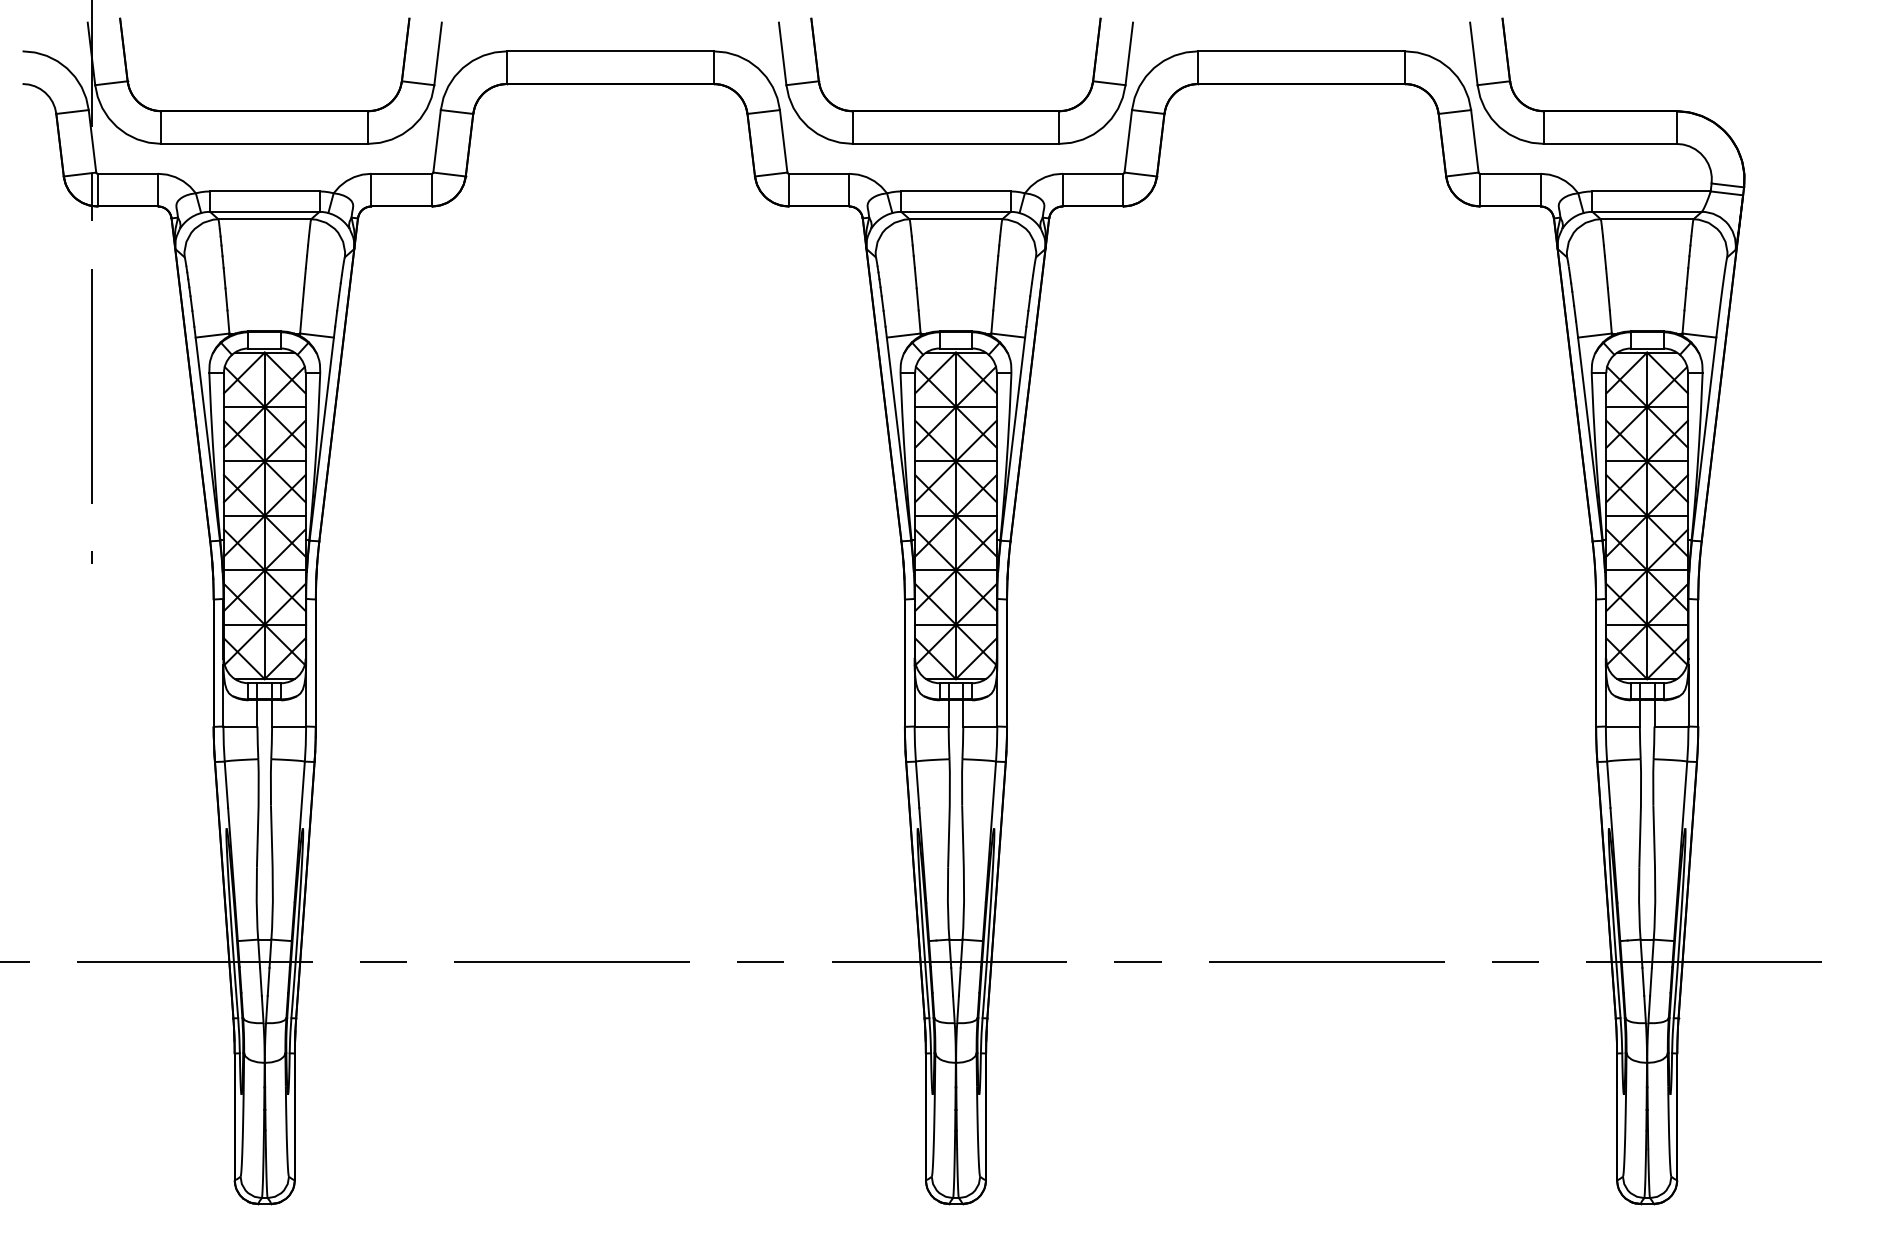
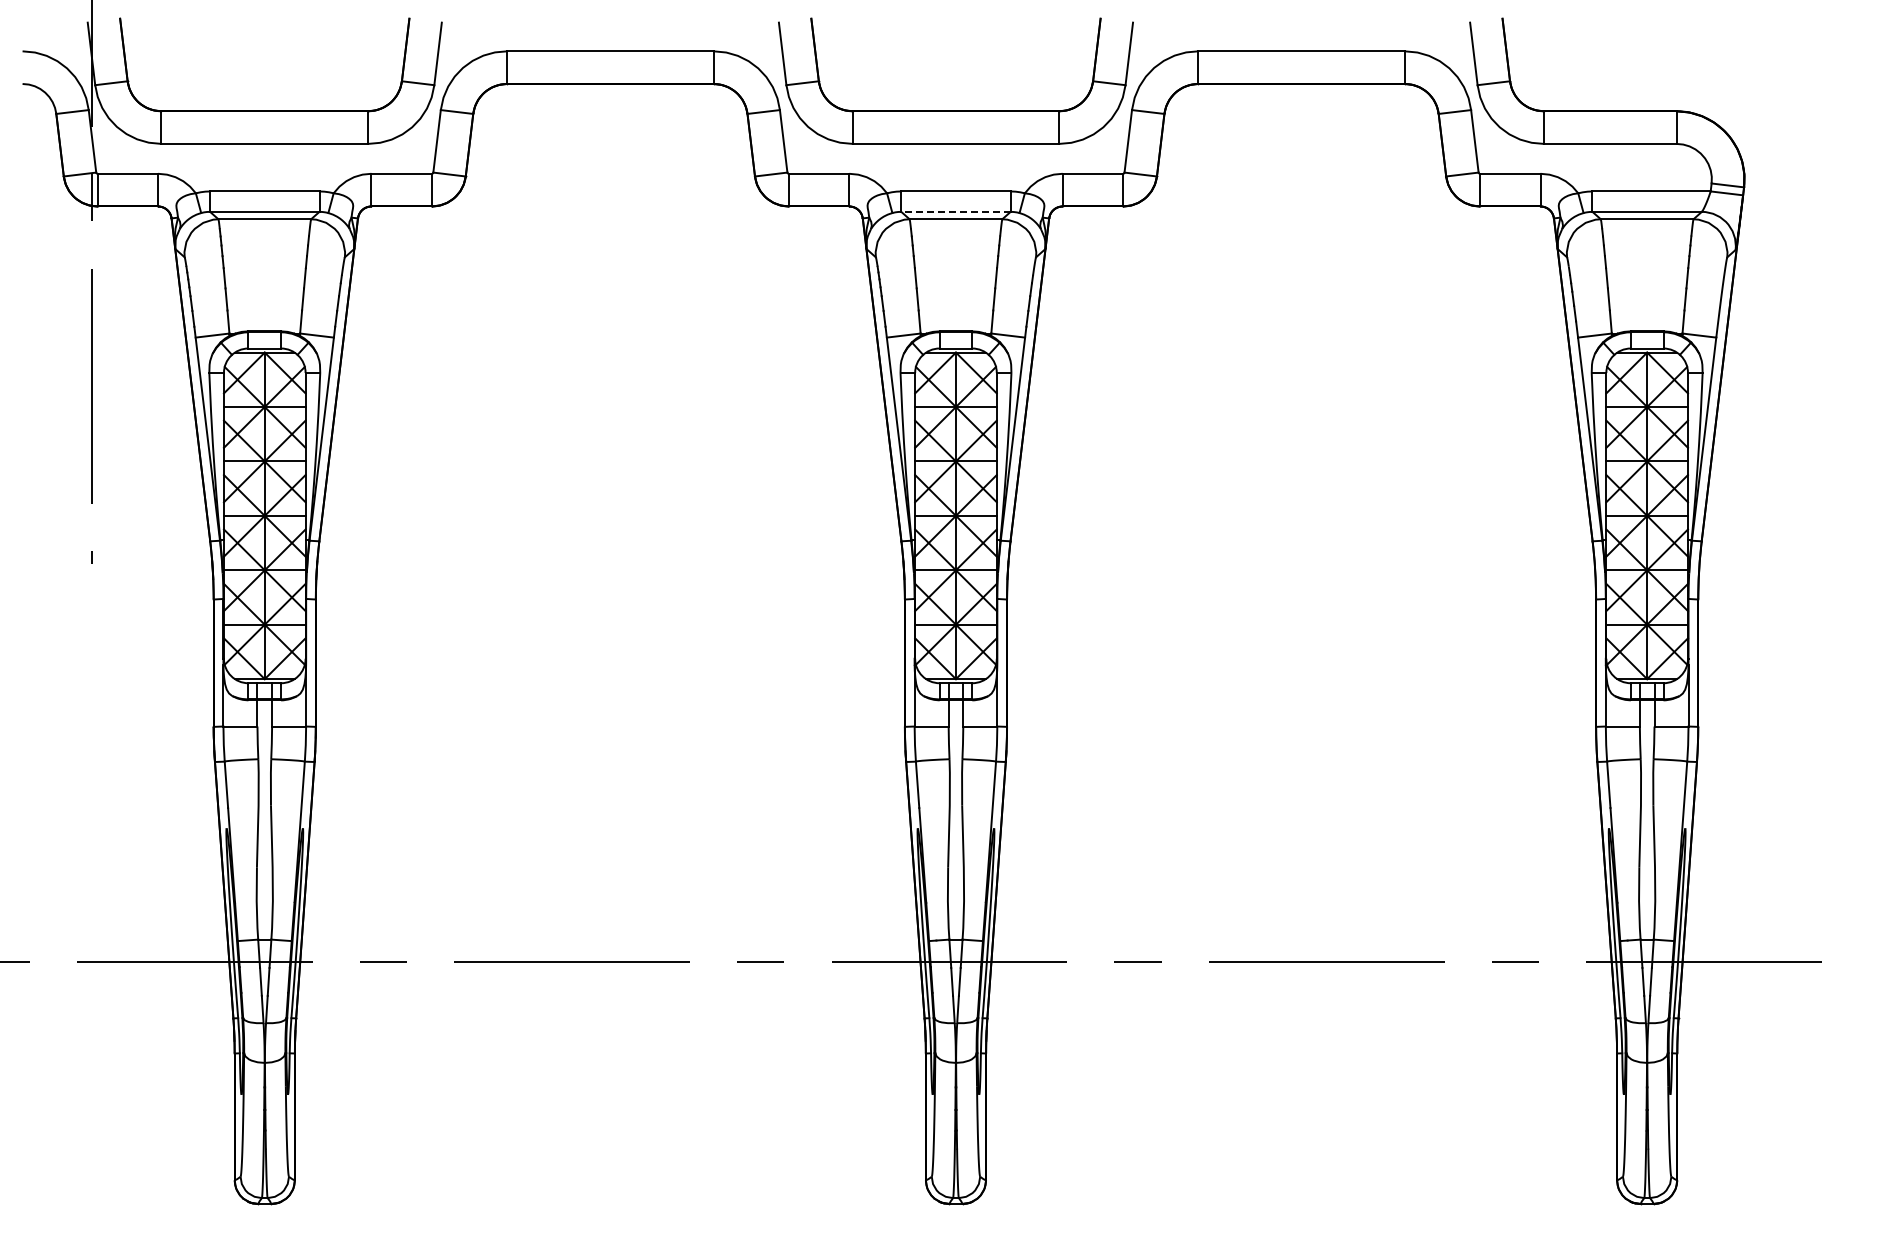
line at (955, 211): solid -> dashed
